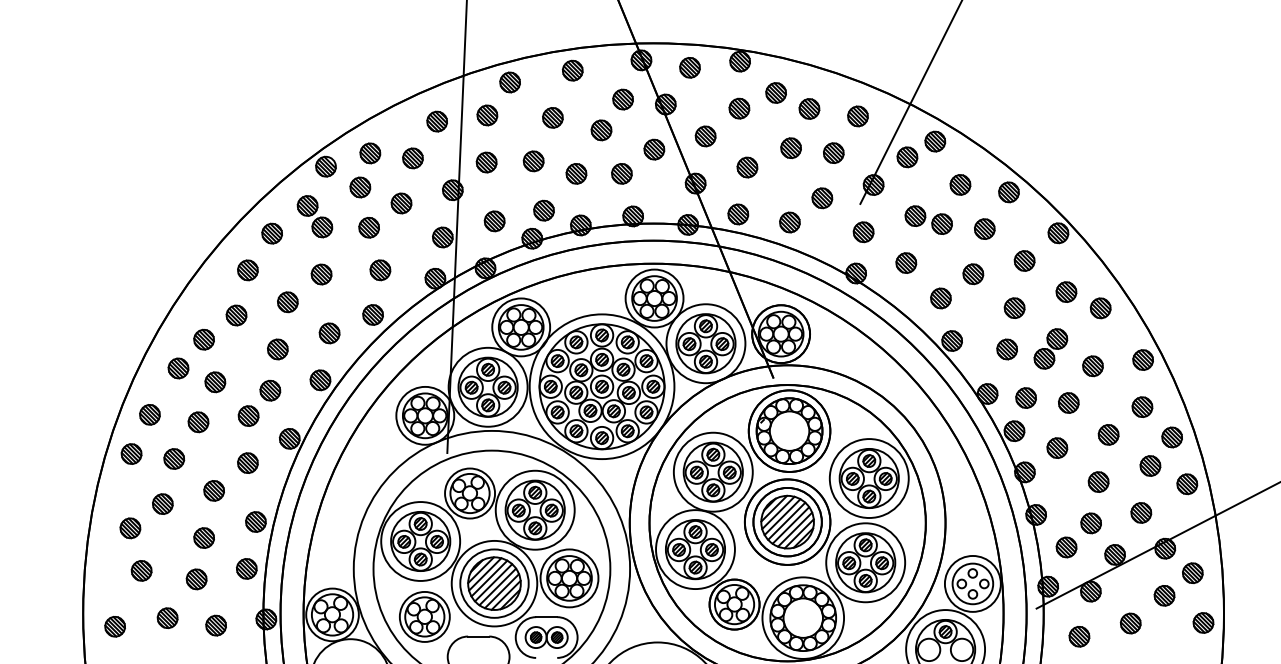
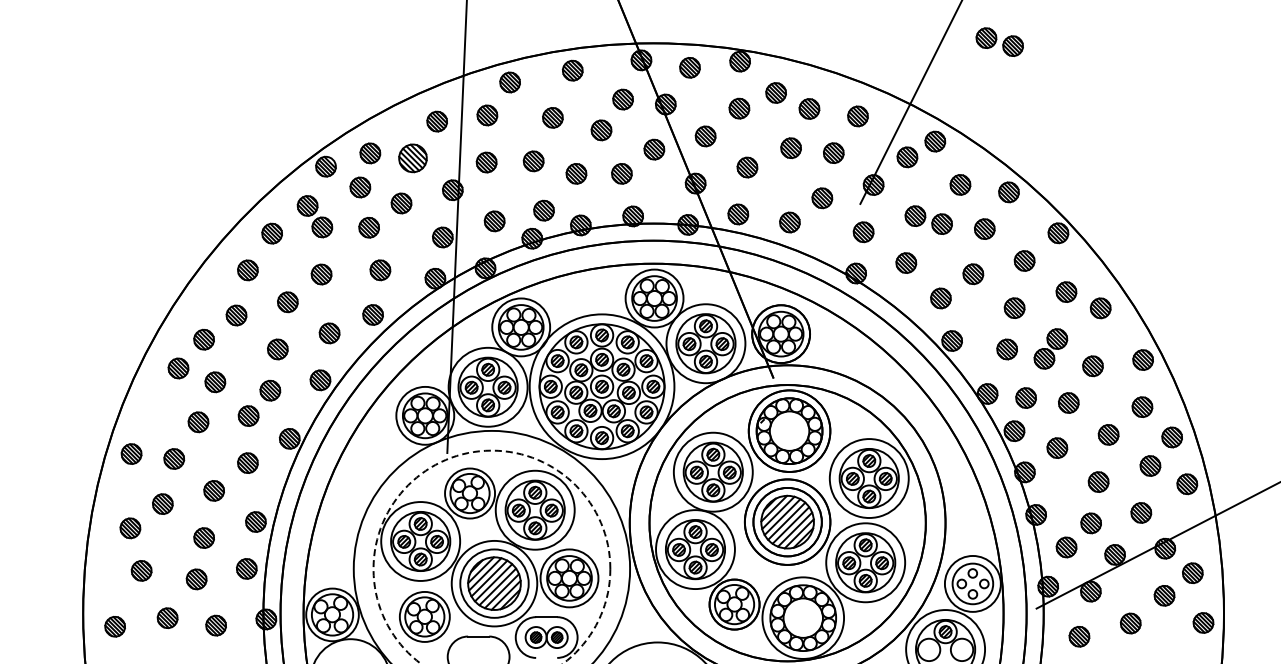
part at (999, 41): none -> present
part at (412, 158) size: 22x23 px -> 30x31 px
part at (149, 414): present -> none
circle at (491, 556): solid -> dashed
